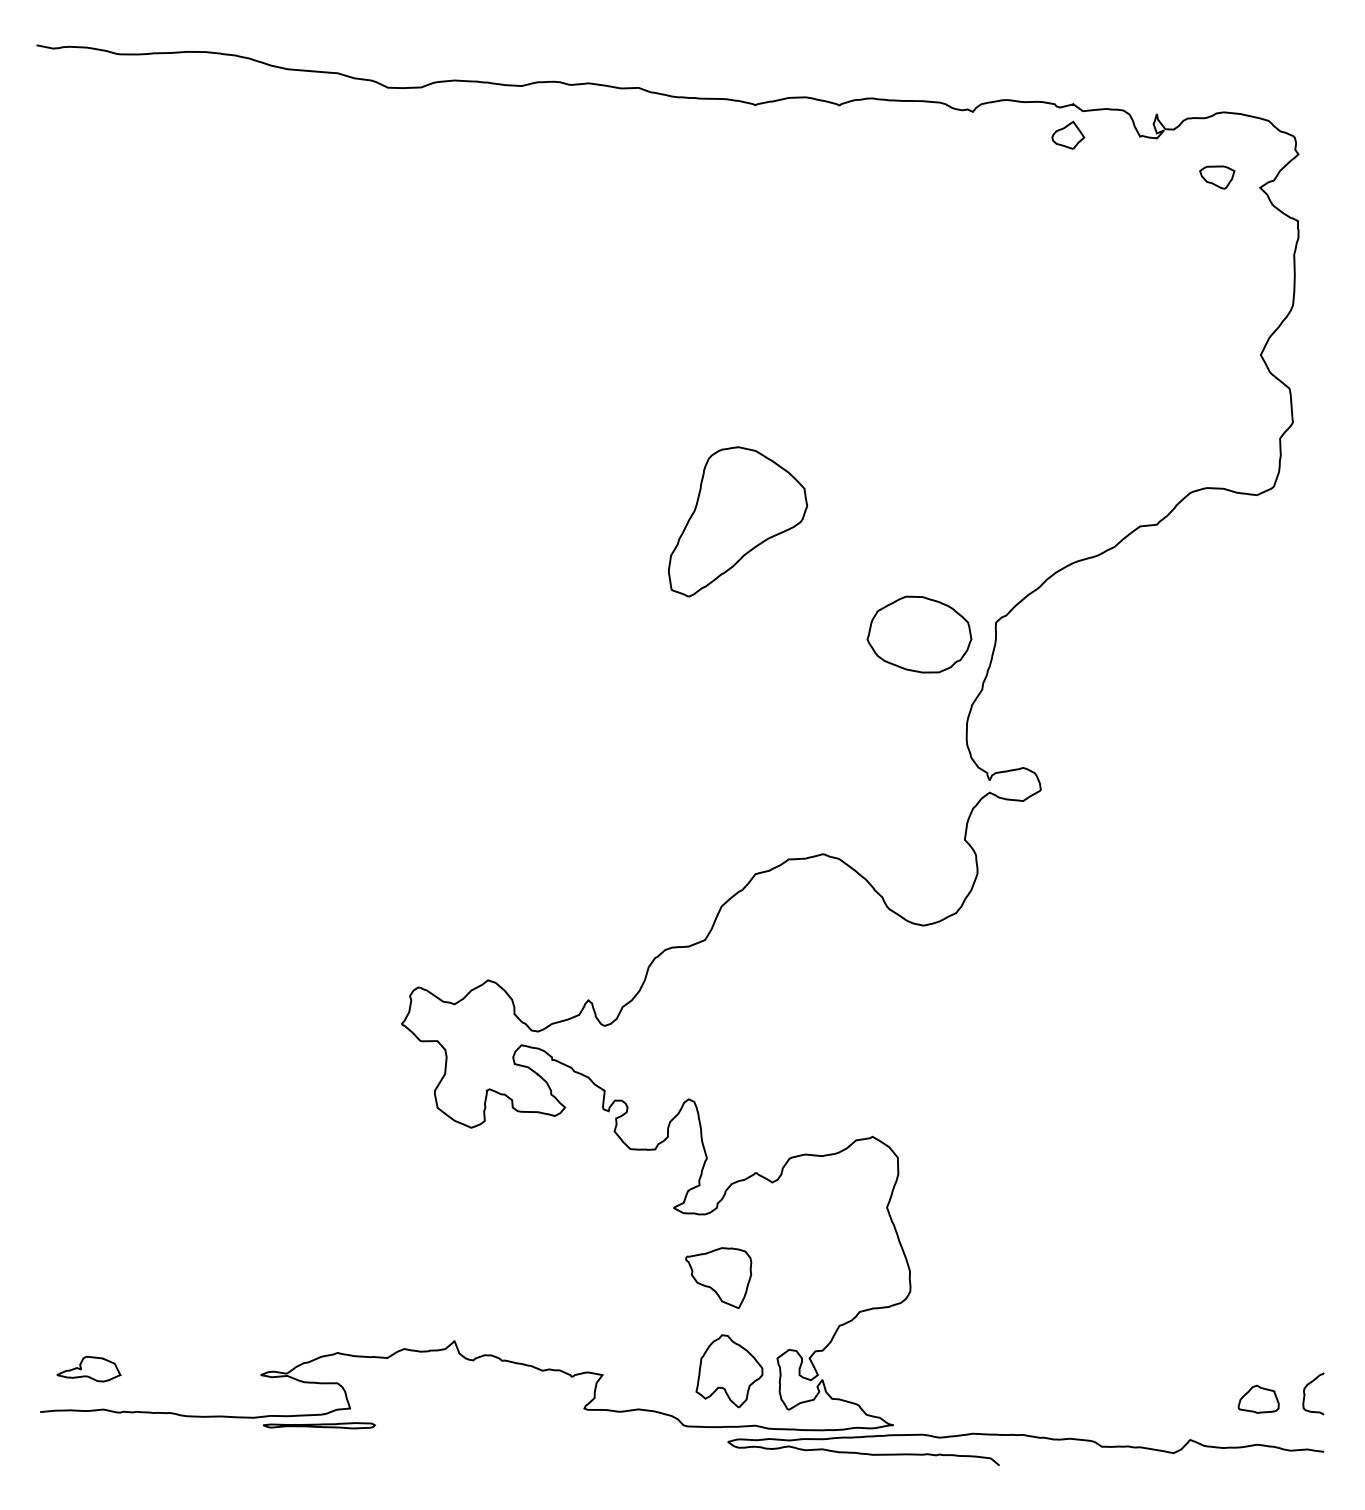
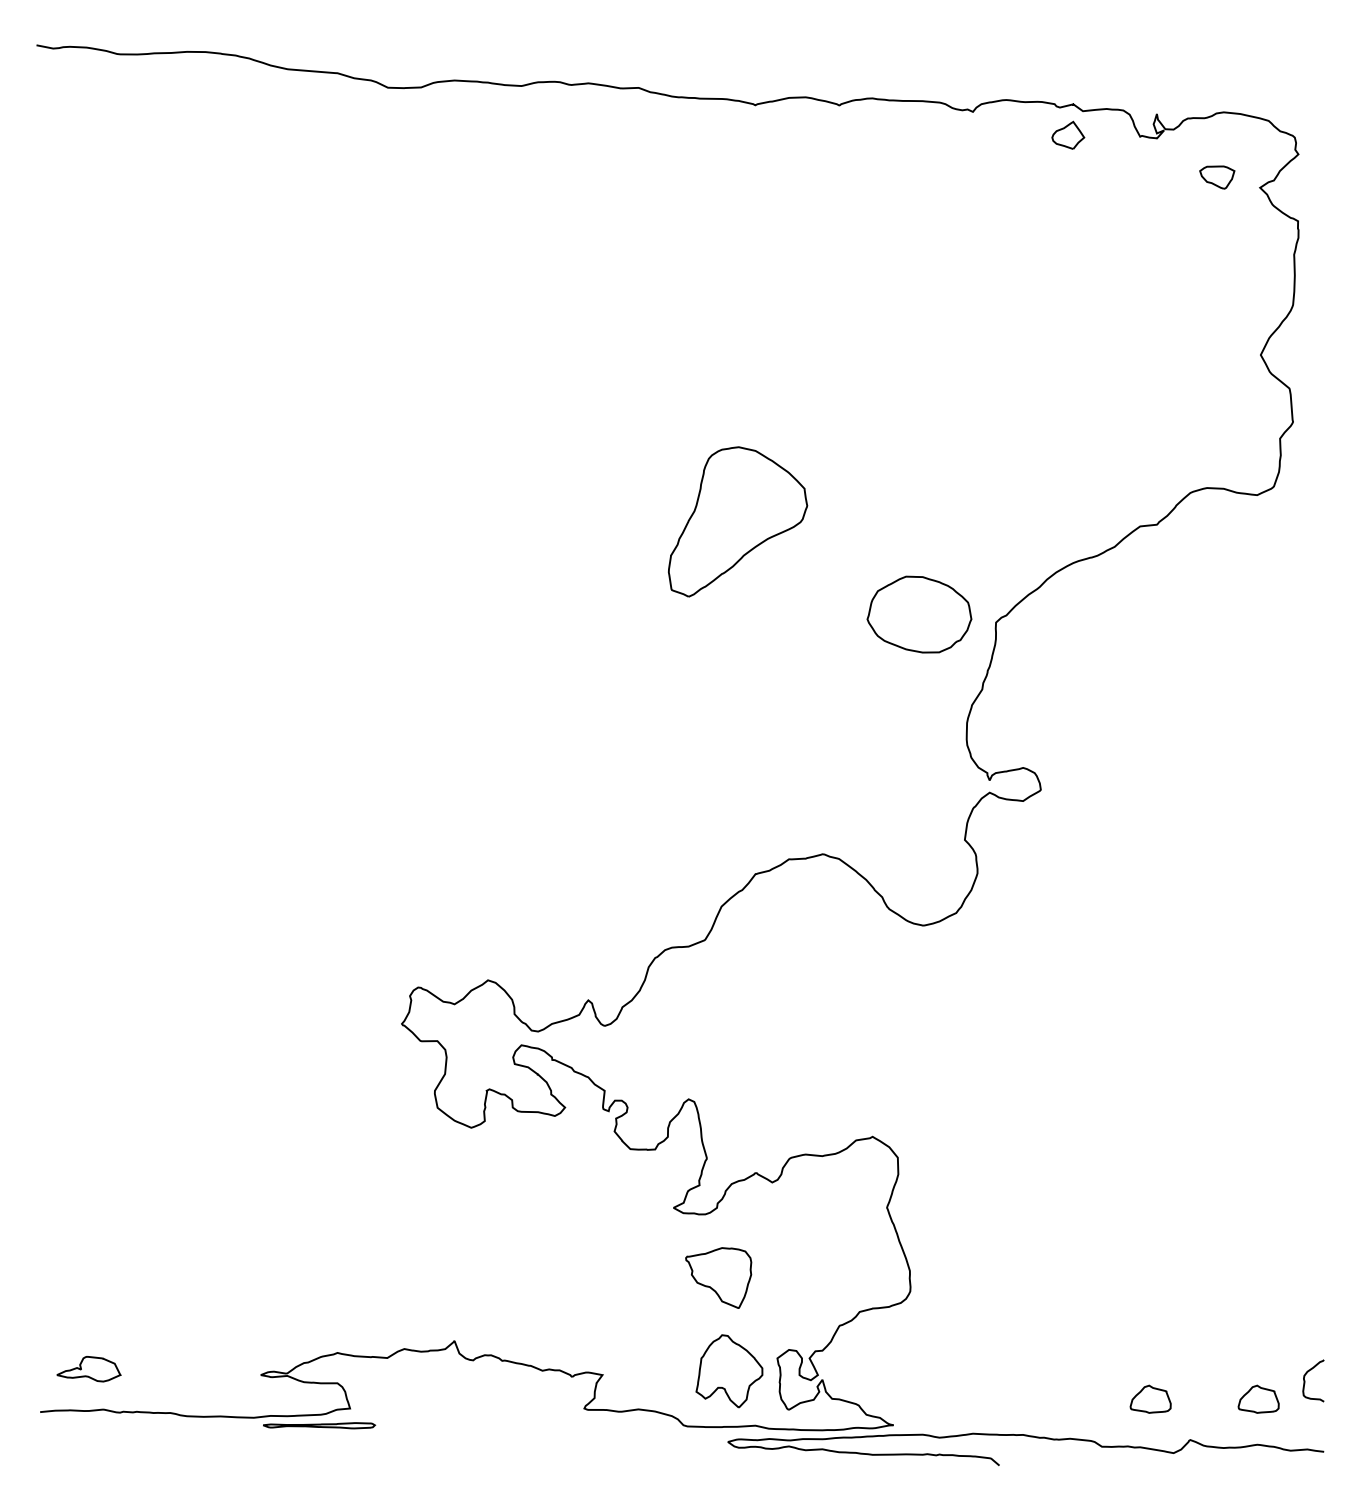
part at (919, 634) position: (919, 634) -> (919, 614)
curve at (1305, 1393) position: (1305, 1393) -> (1305, 1380)
part at (1150, 1398): none -> present
